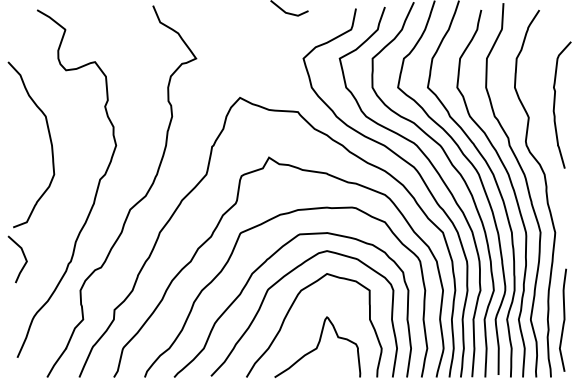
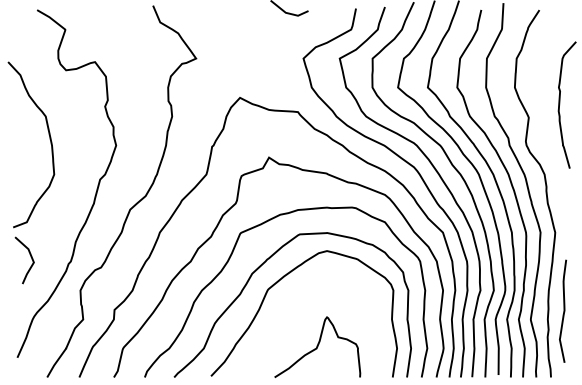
curve at (555, 104) position: (555, 104) -> (560, 104)
line at (23, 256) position: (23, 256) -> (30, 257)
curve at (290, 310): present -> none
curve at (563, 319) position: (563, 319) -> (563, 310)
